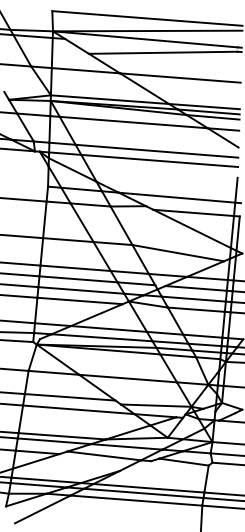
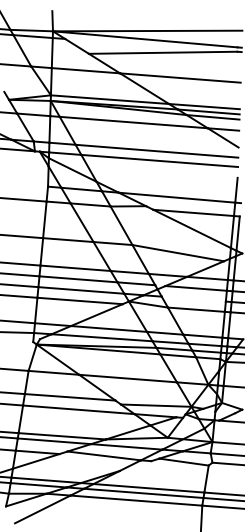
line at (146, 18): present -> none
line at (193, 298): present -> none
line at (17, 341): present -> none
